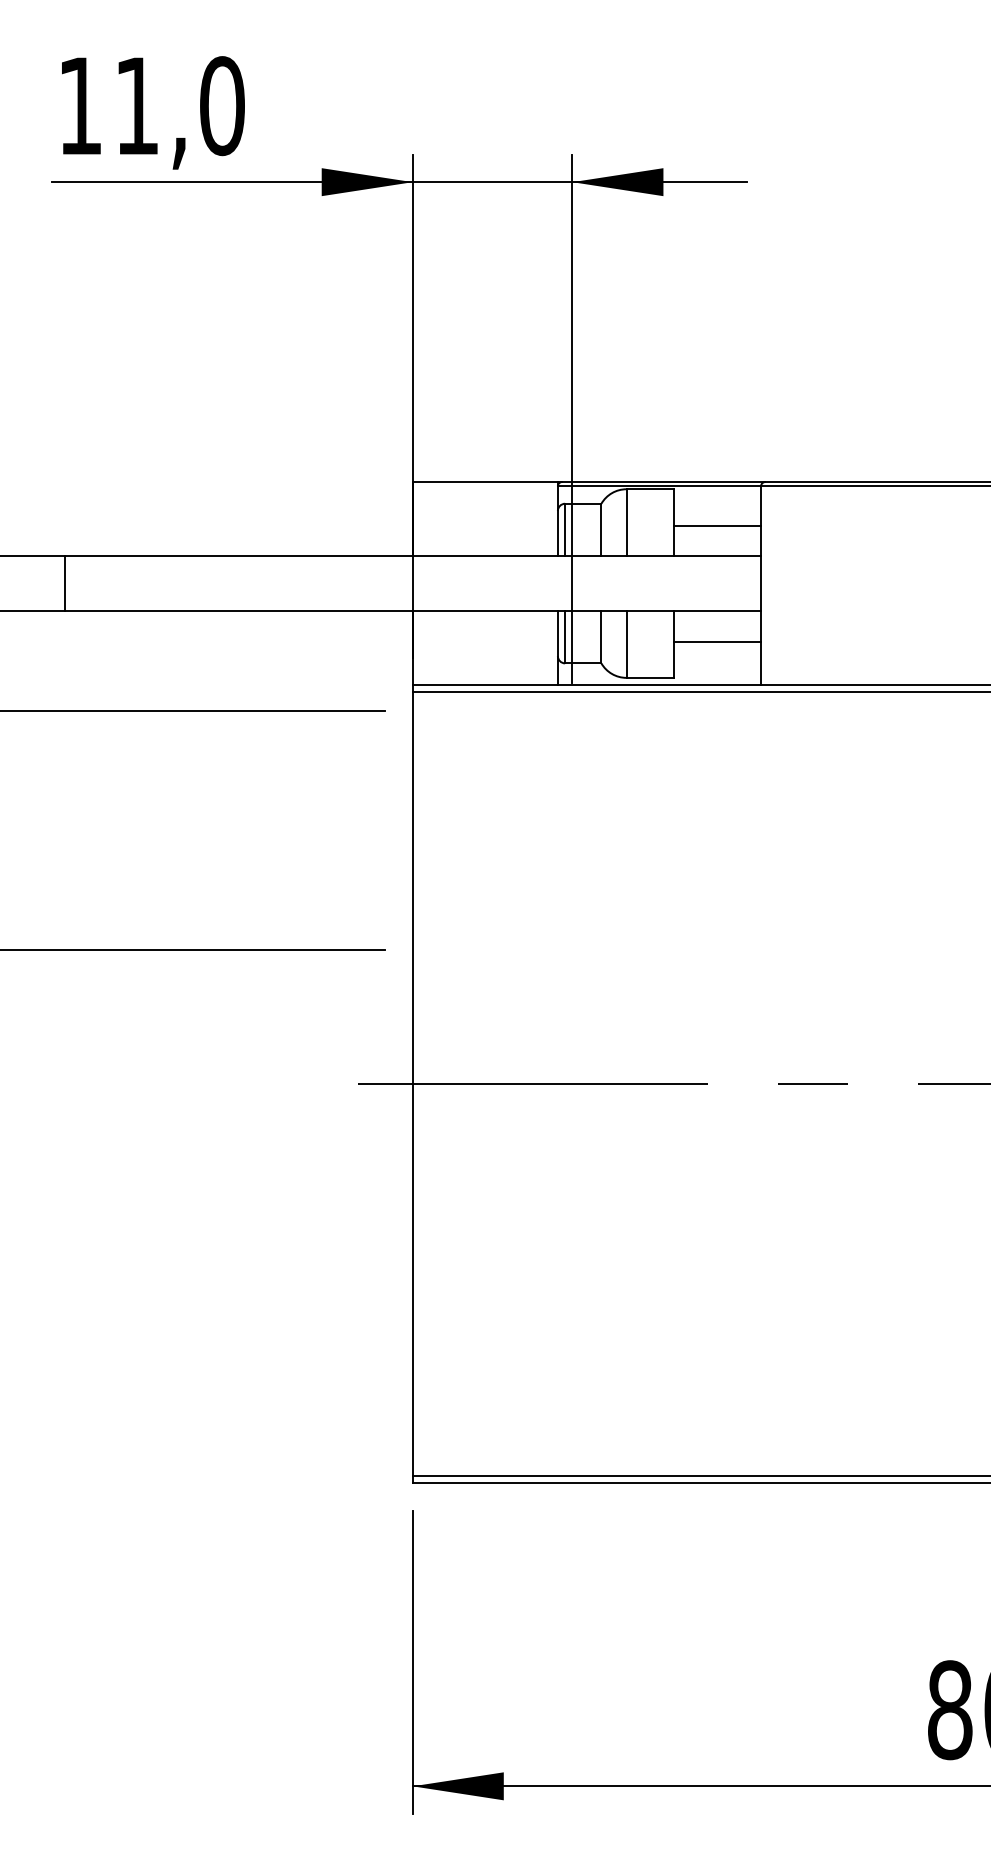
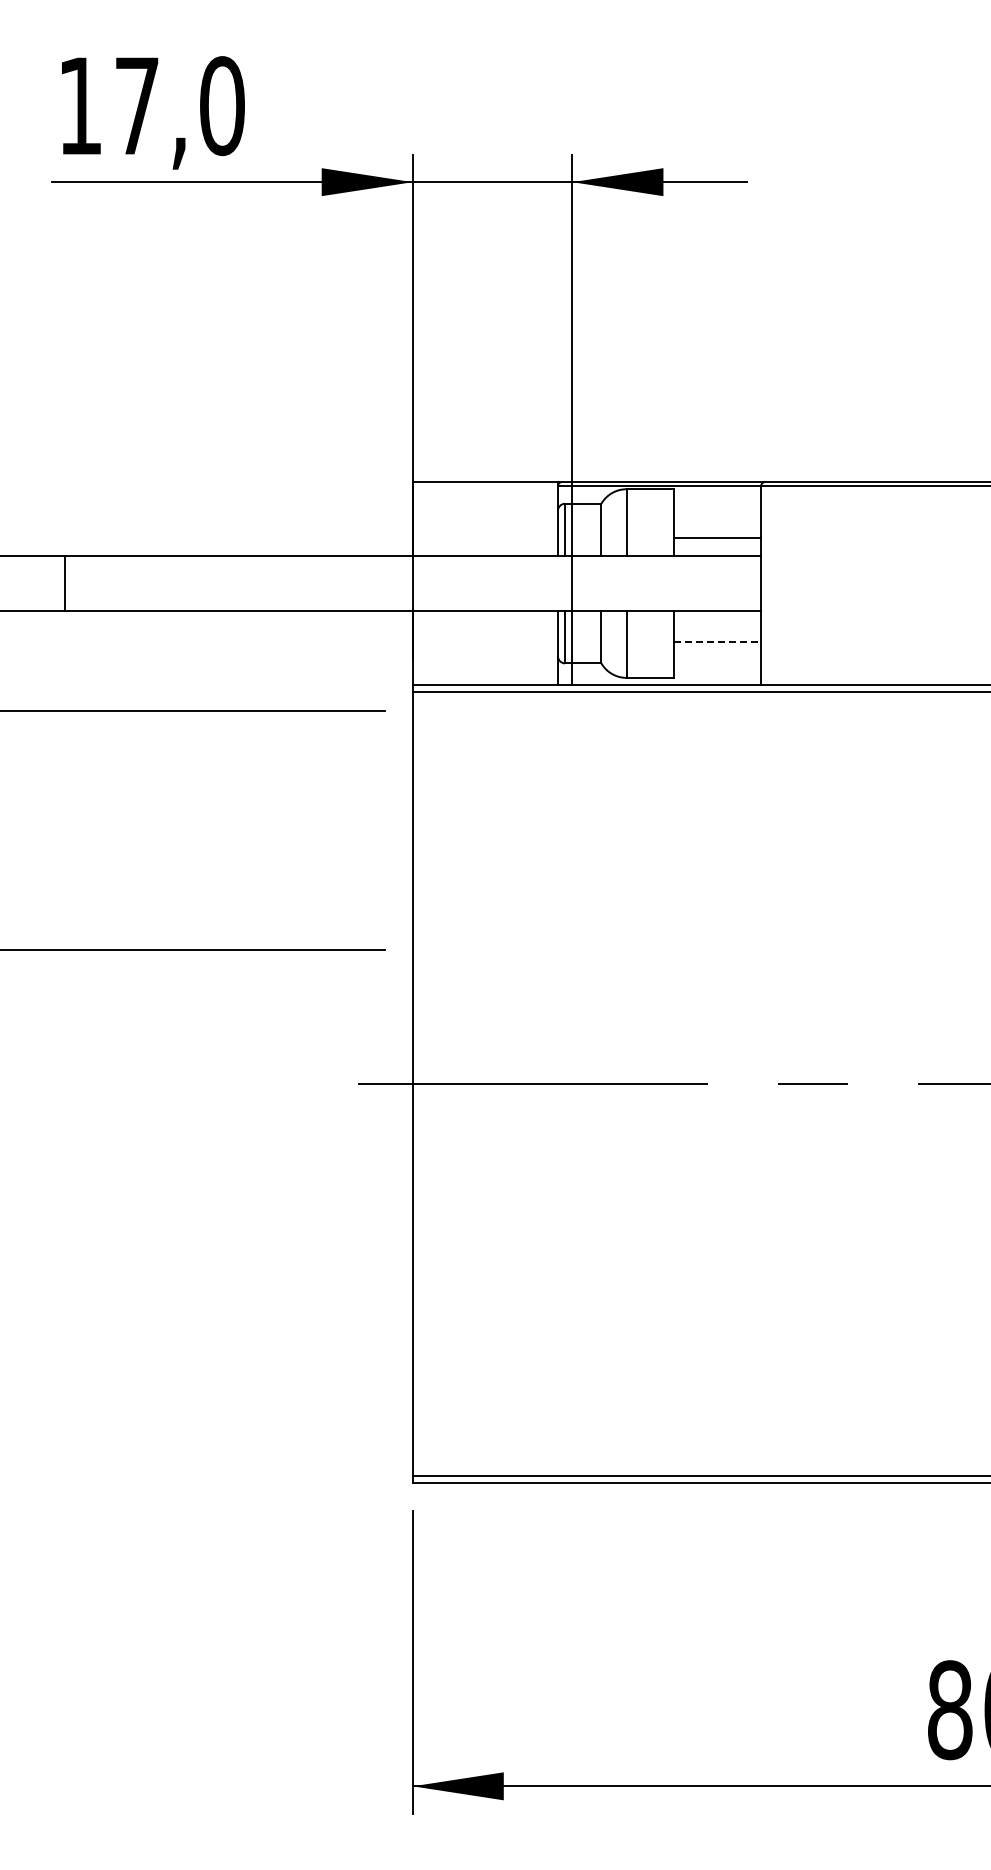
text at (137, 105): 11,0 -> 17,0
line at (717, 525) position: (717, 525) -> (717, 537)
line at (717, 641): solid -> dashed
